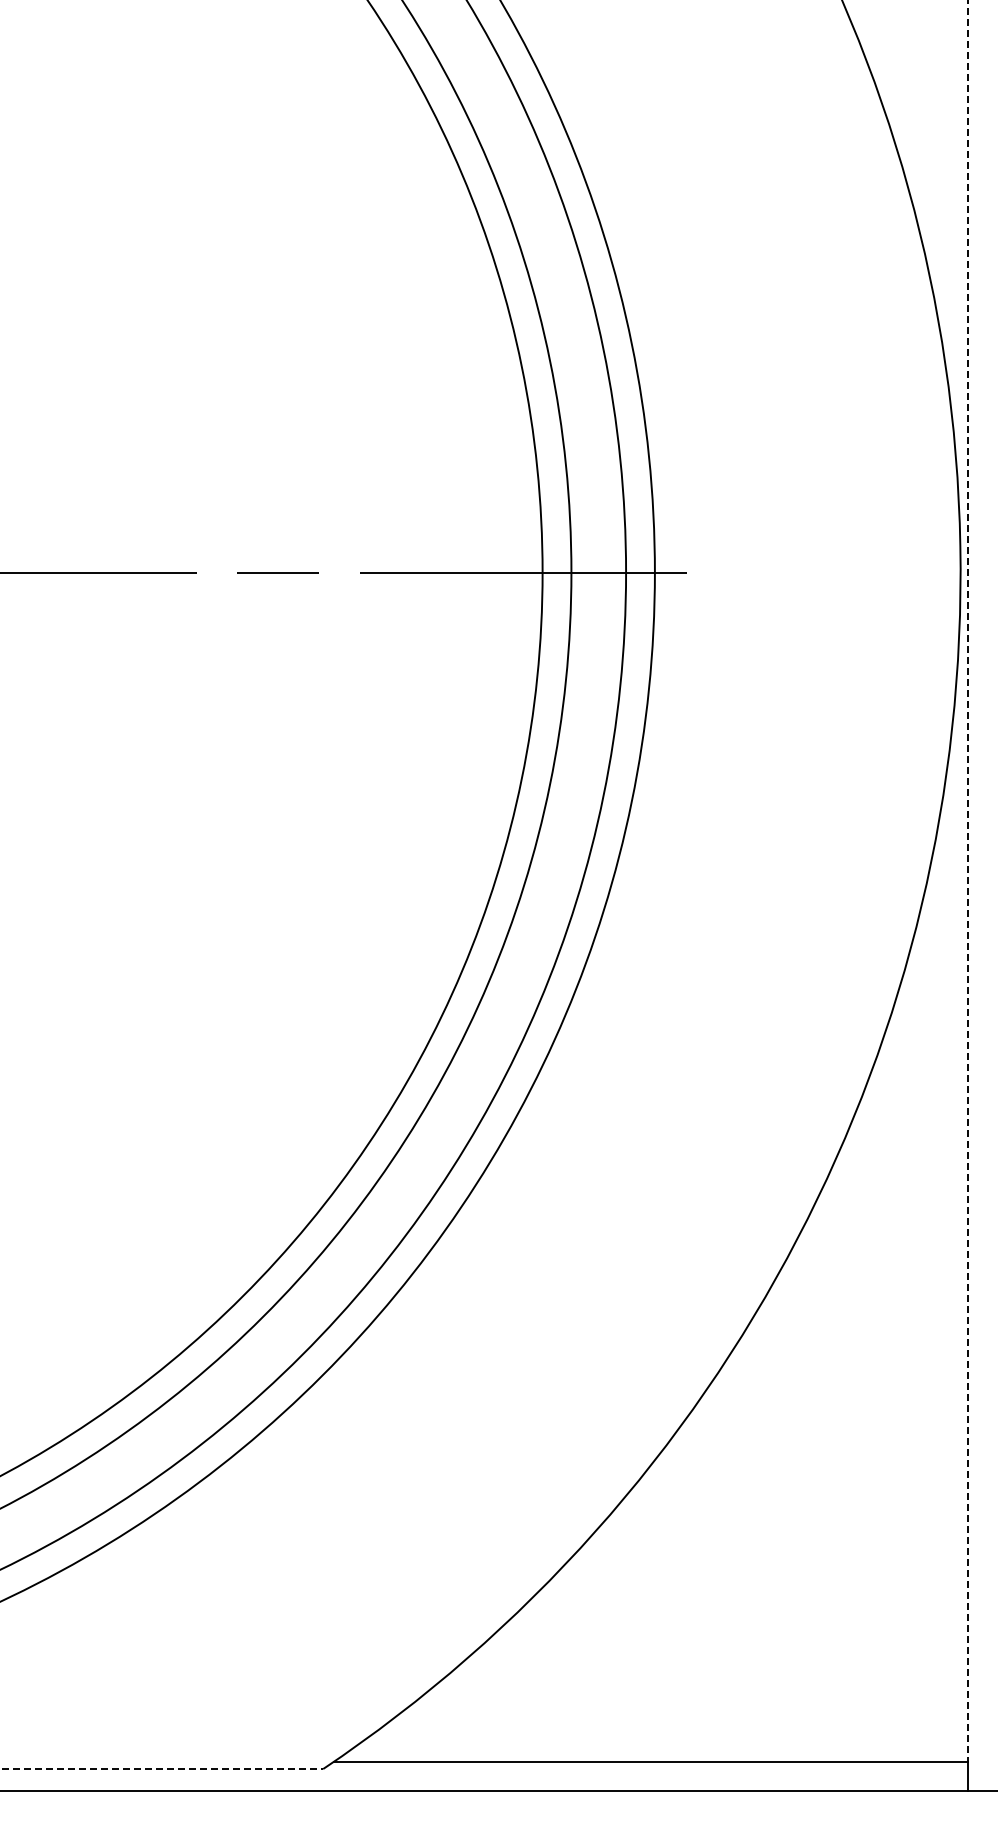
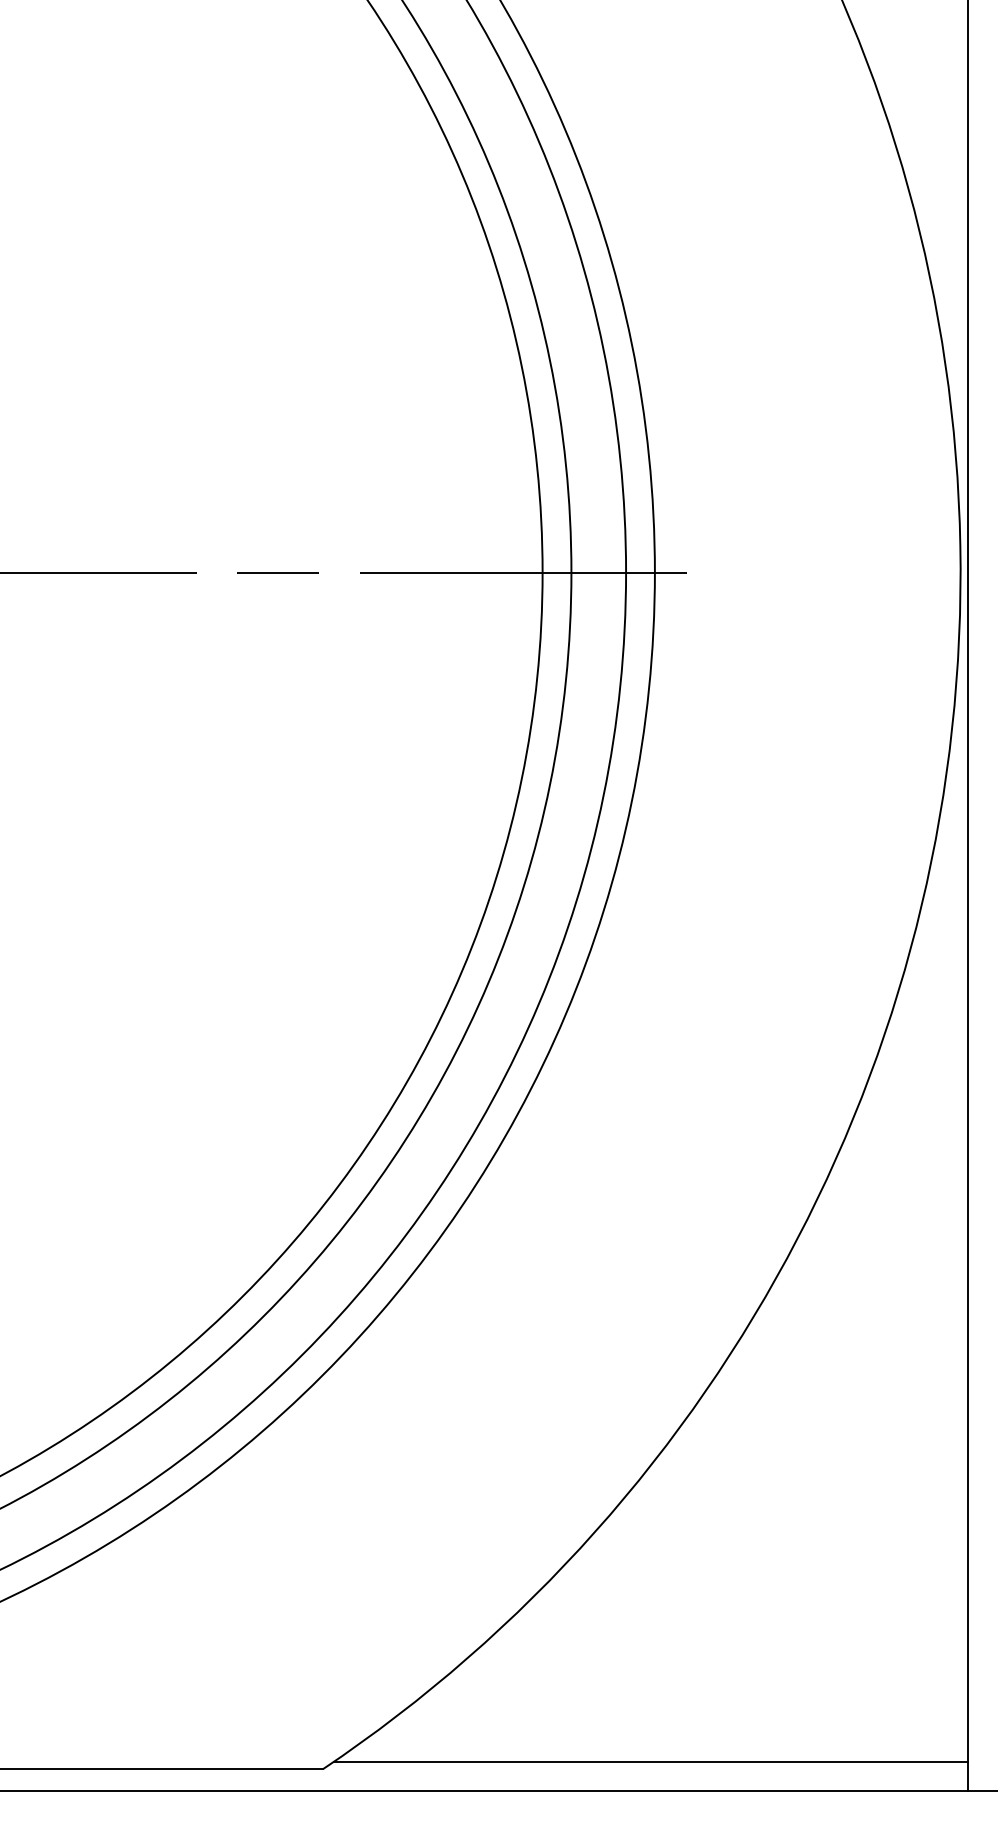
line at (967, 881): dashed -> solid
line at (162, 1769): dashed -> solid
